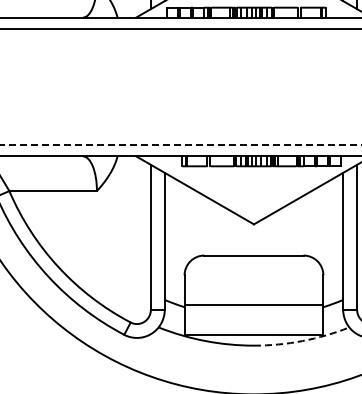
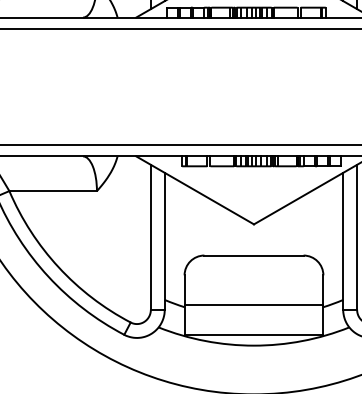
line at (181, 145): dashed -> solid
arc at (302, 341): dashed -> solid
